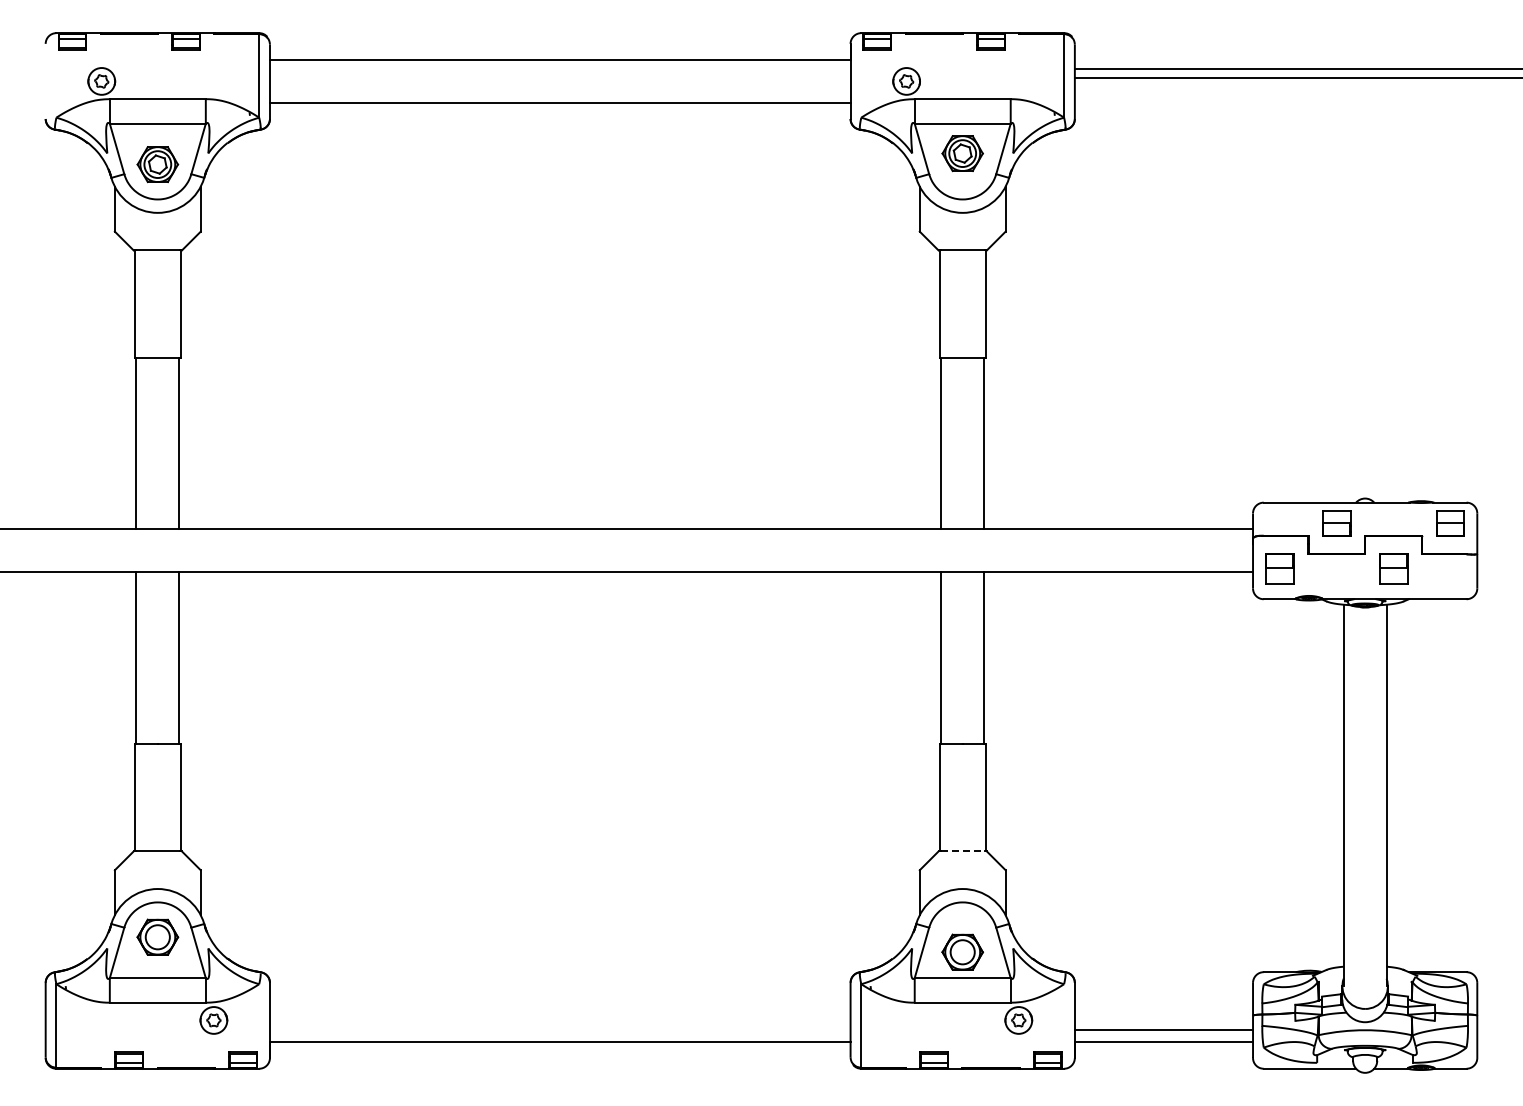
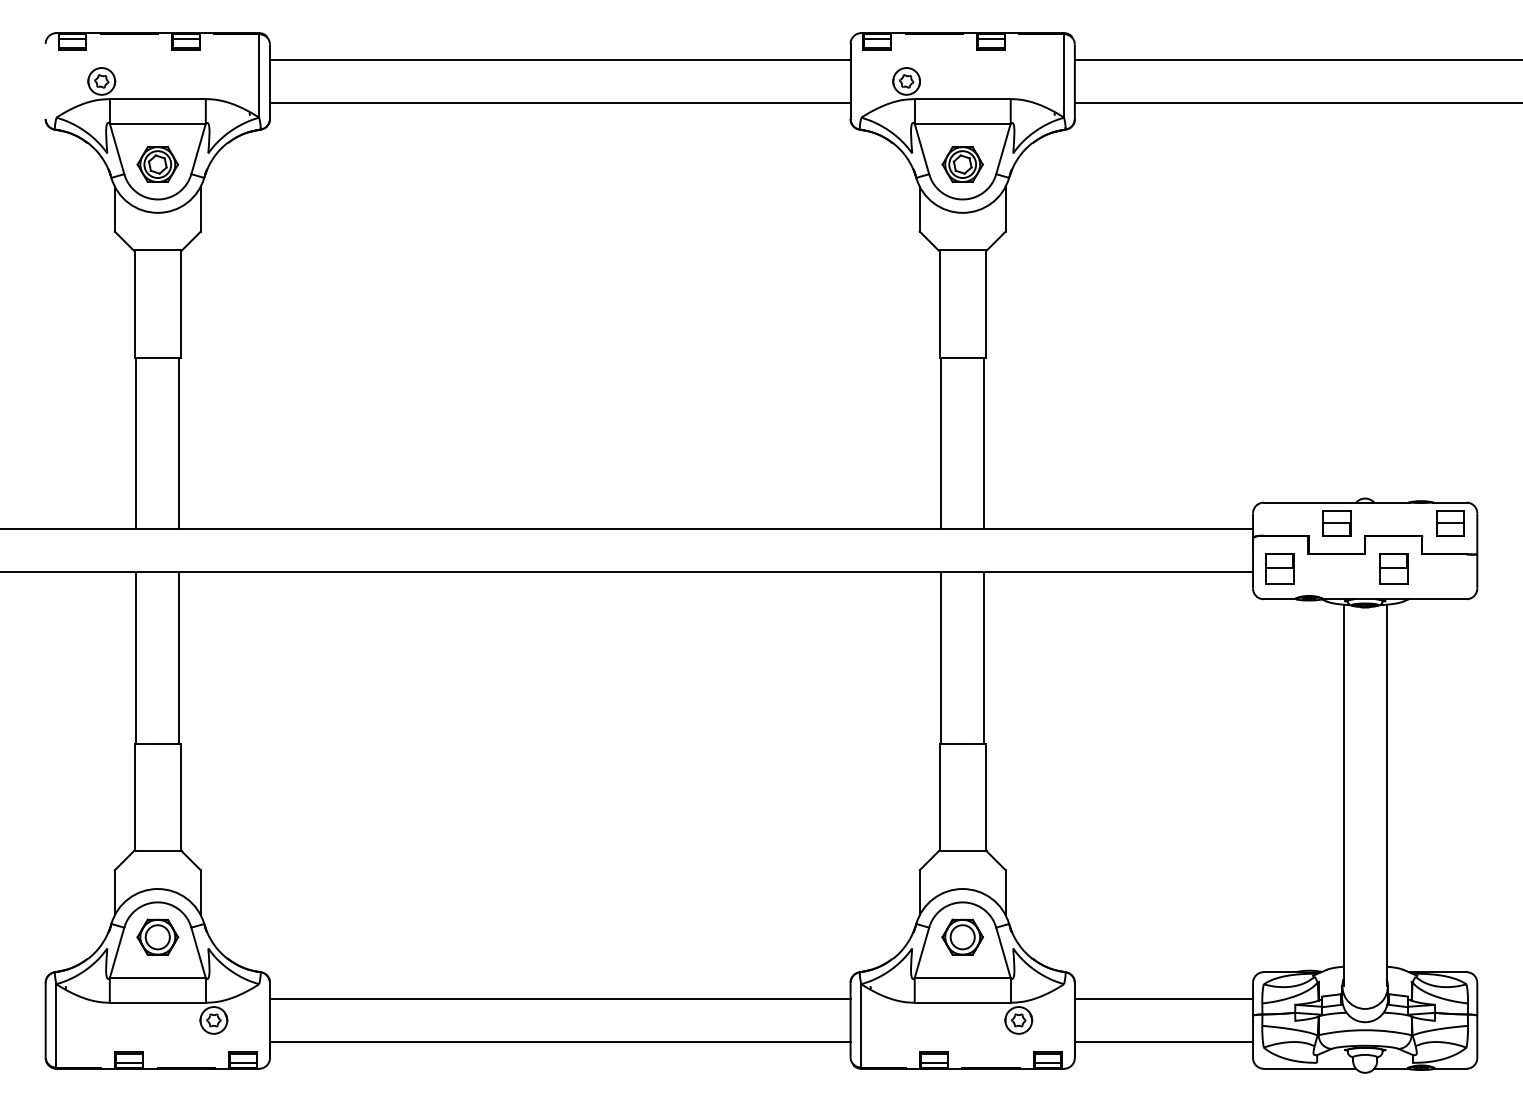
line at (1296, 68) position: (1296, 68) -> (1296, 102)
line at (1296, 77) position: (1296, 77) -> (1296, 59)
part at (962, 153) position: (962, 153) -> (962, 164)
line at (963, 851): dashed -> solid
part at (962, 951) position: (962, 951) -> (962, 936)
line at (559, 999): none -> present
line at (1163, 1030) position: (1163, 1030) -> (1163, 999)
